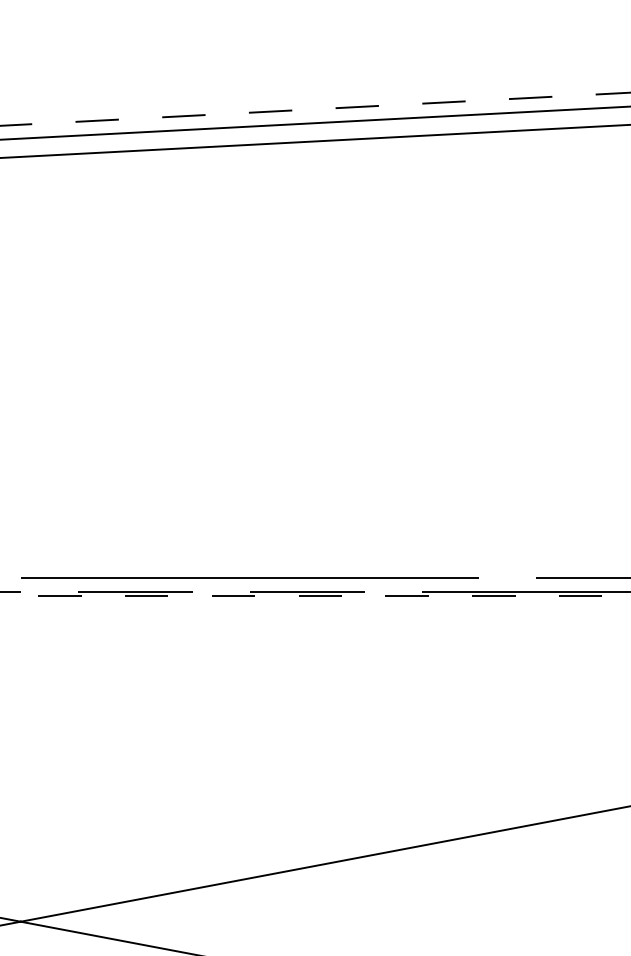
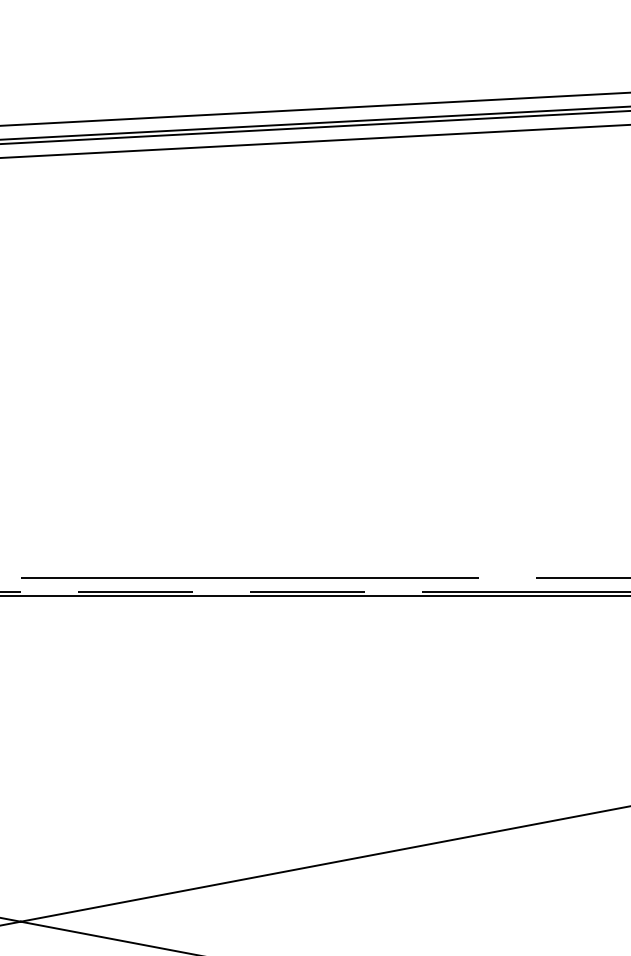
line at (315, 109): dashed -> solid
line at (314, 127): none -> present
line at (315, 596): dashed -> solid
